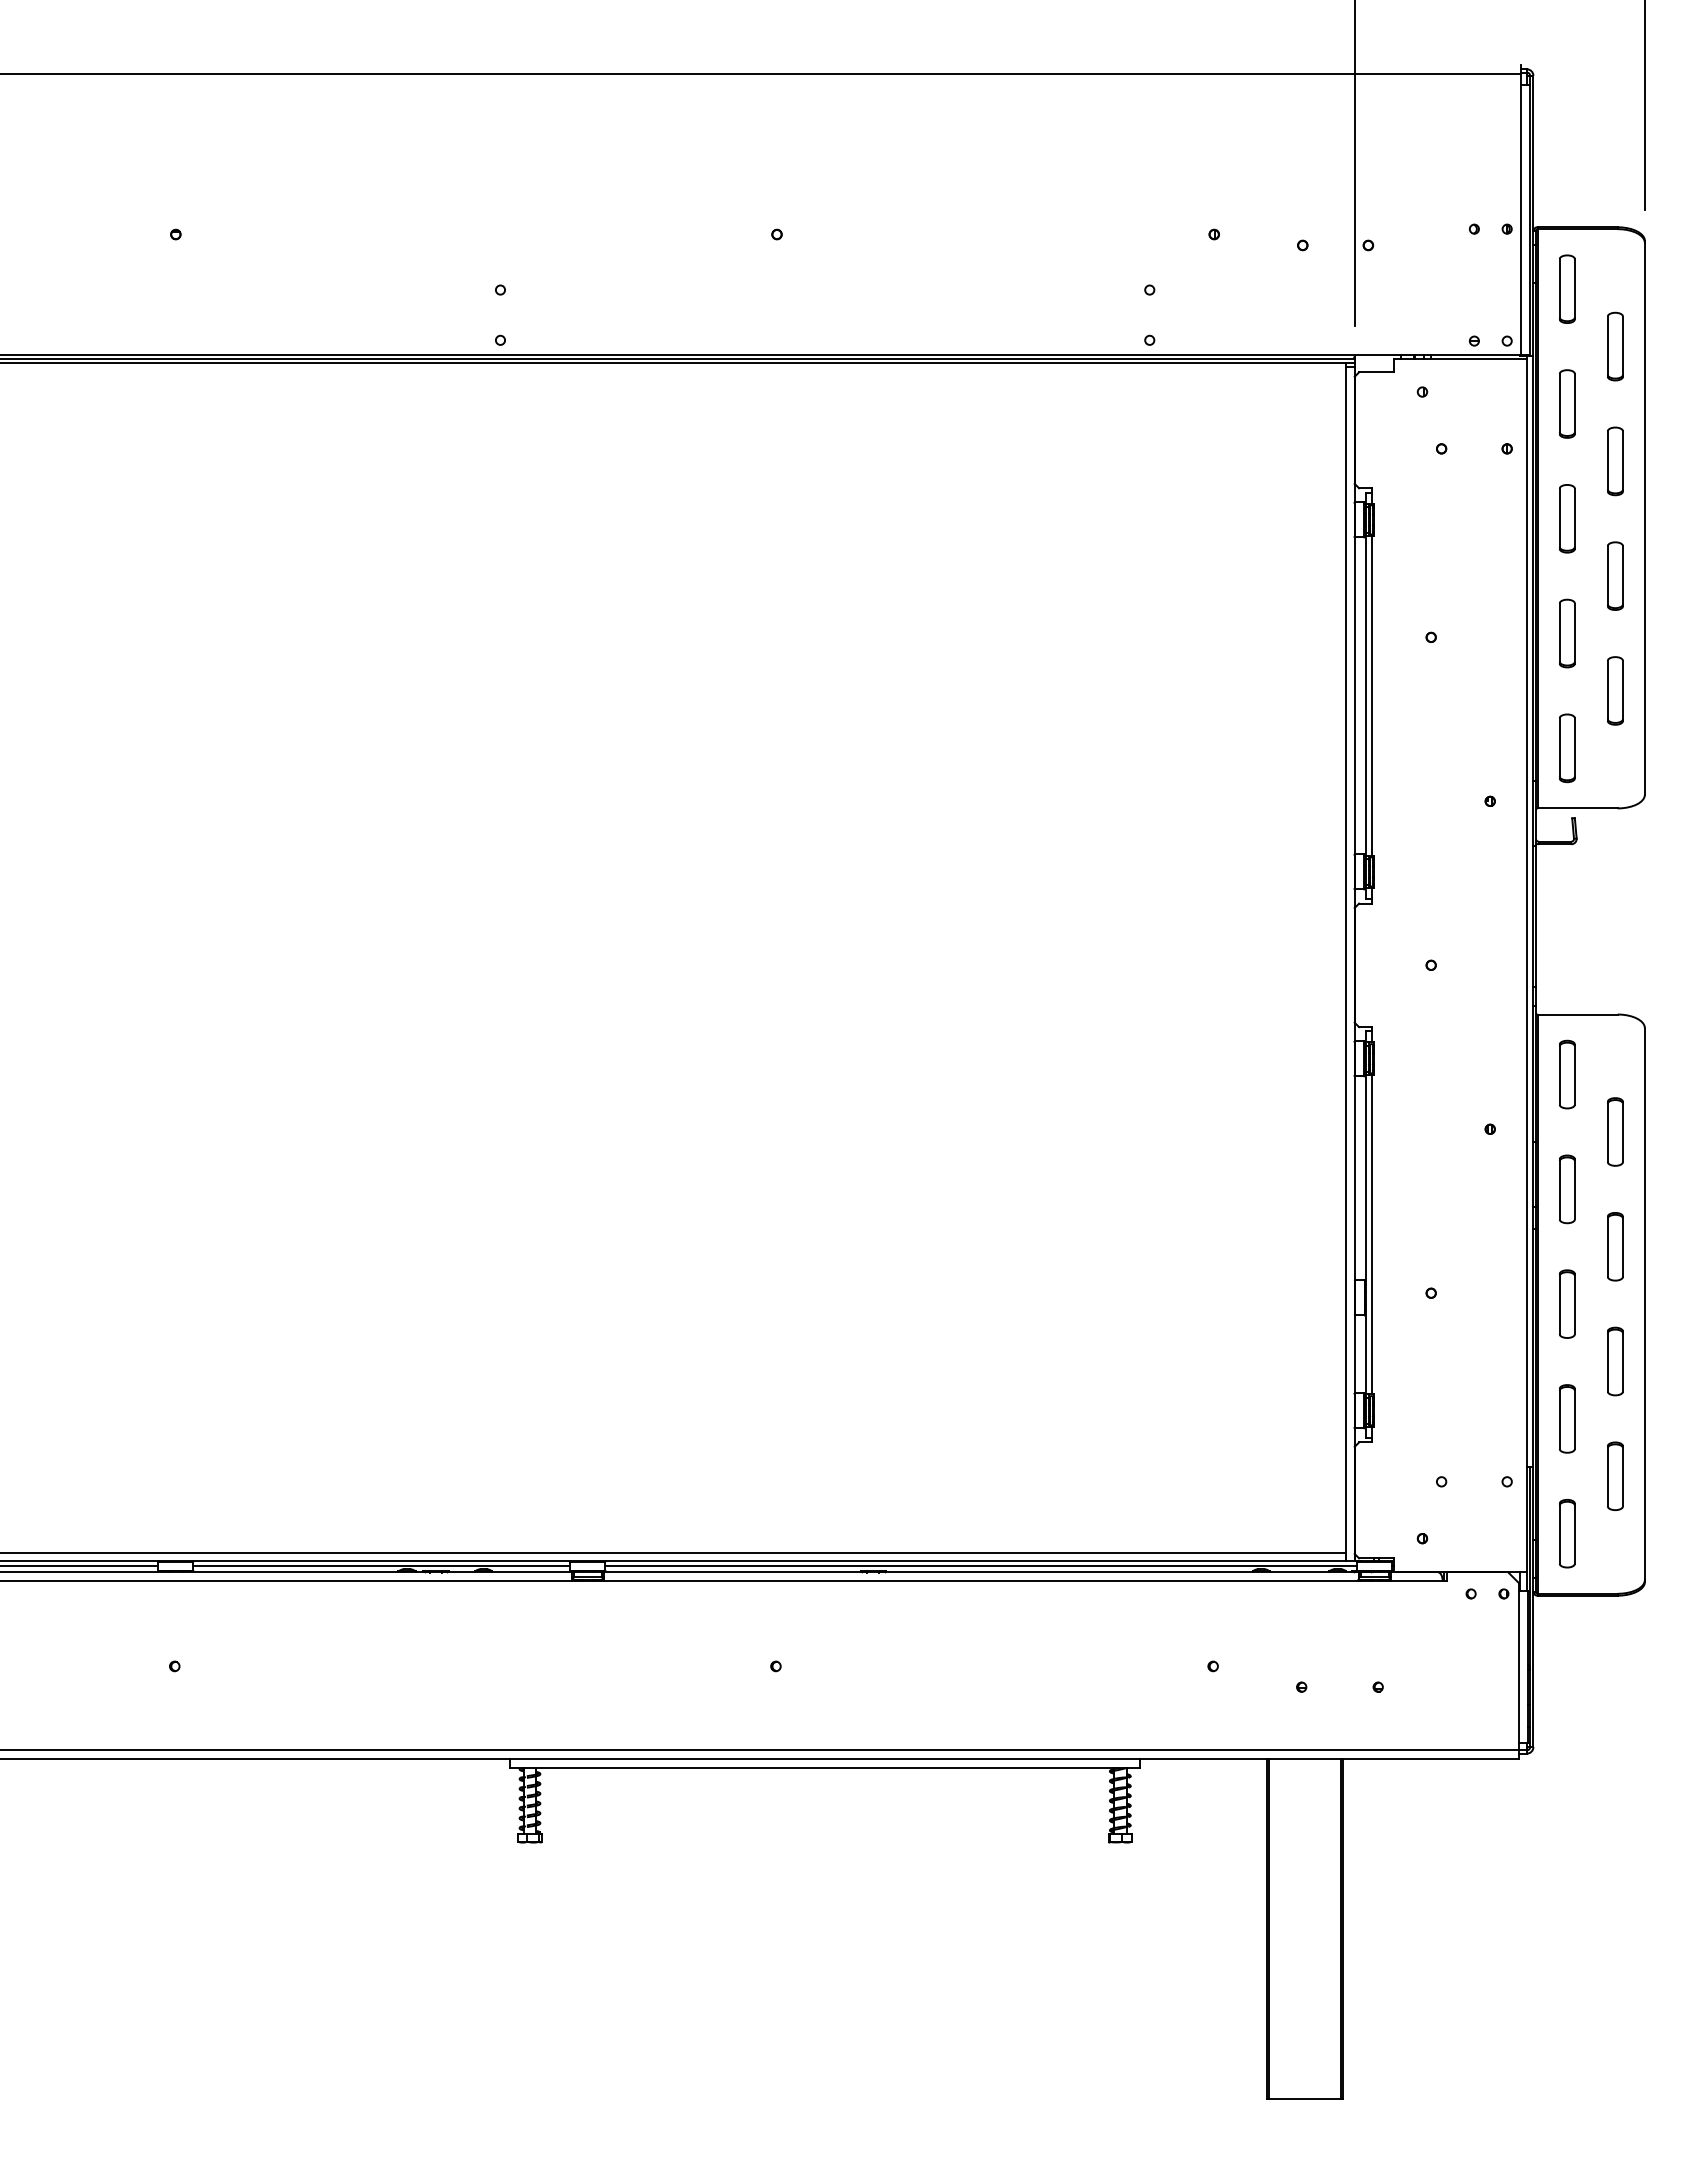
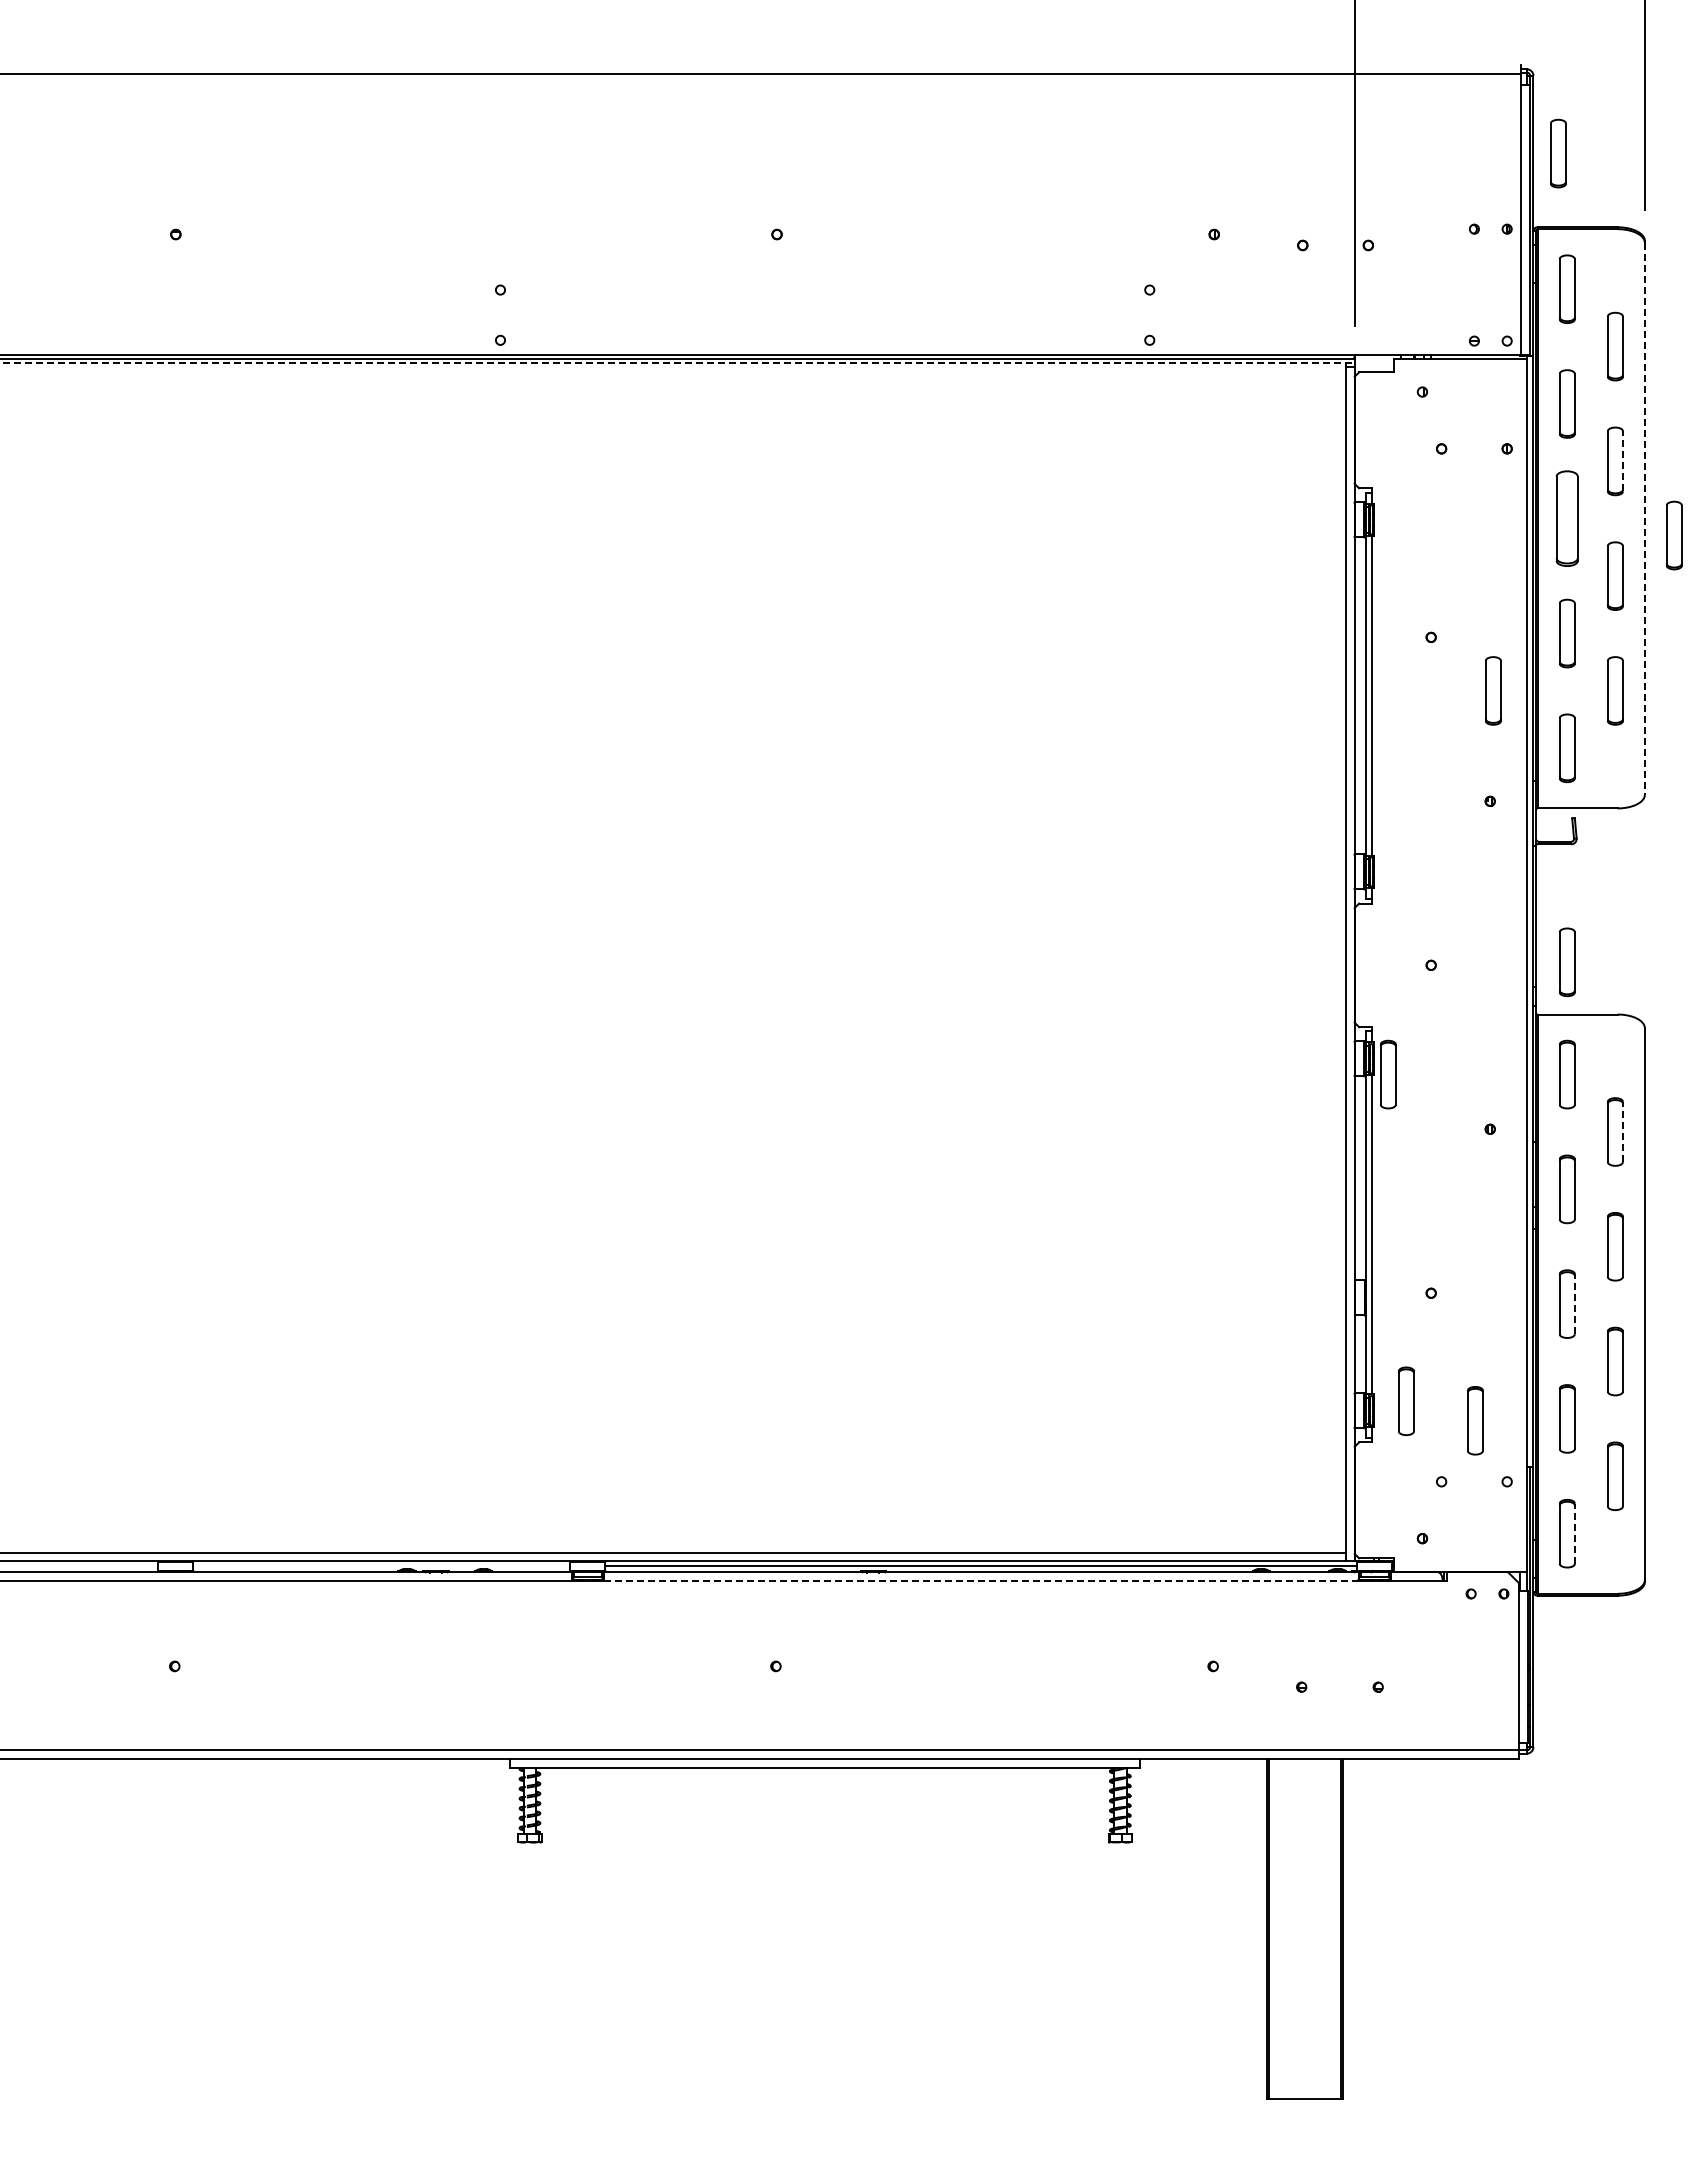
part at (1558, 153): none -> present
line at (678, 363): solid -> dashed
line at (1623, 460): solid -> dashed
part at (1567, 518) size: 17x70 px -> 24x97 px
line at (1644, 518): solid -> dashed
part at (1674, 535): none -> present
part at (1493, 690): none -> present
part at (1567, 962): none -> present
part at (1388, 1074): none -> present
line at (1623, 1131): solid -> dashed
line at (1574, 1303): solid -> dashed
part at (1406, 1400): none -> present
part at (1475, 1420): none -> present
line at (1574, 1533): solid -> dashed
line at (80, 1565): present -> none
line at (381, 1565): present -> none
line at (980, 1581): solid -> dashed
